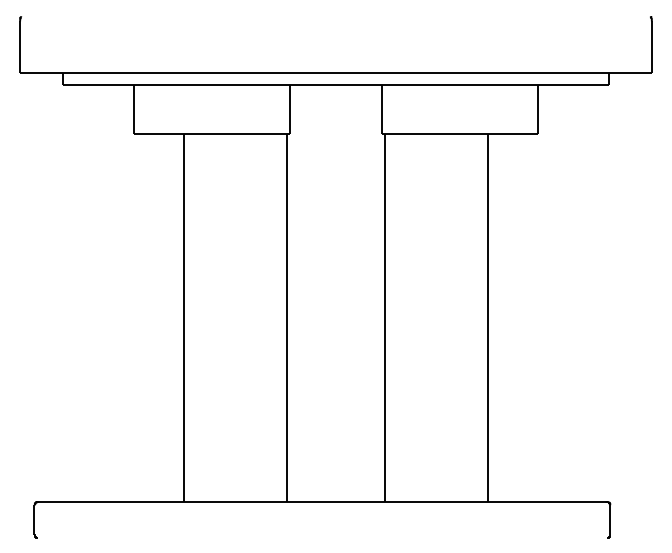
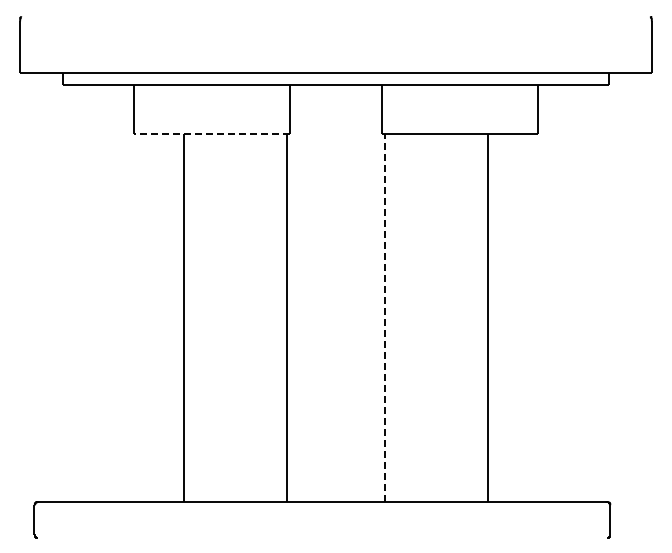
line at (211, 133): solid -> dashed
line at (385, 317): solid -> dashed
